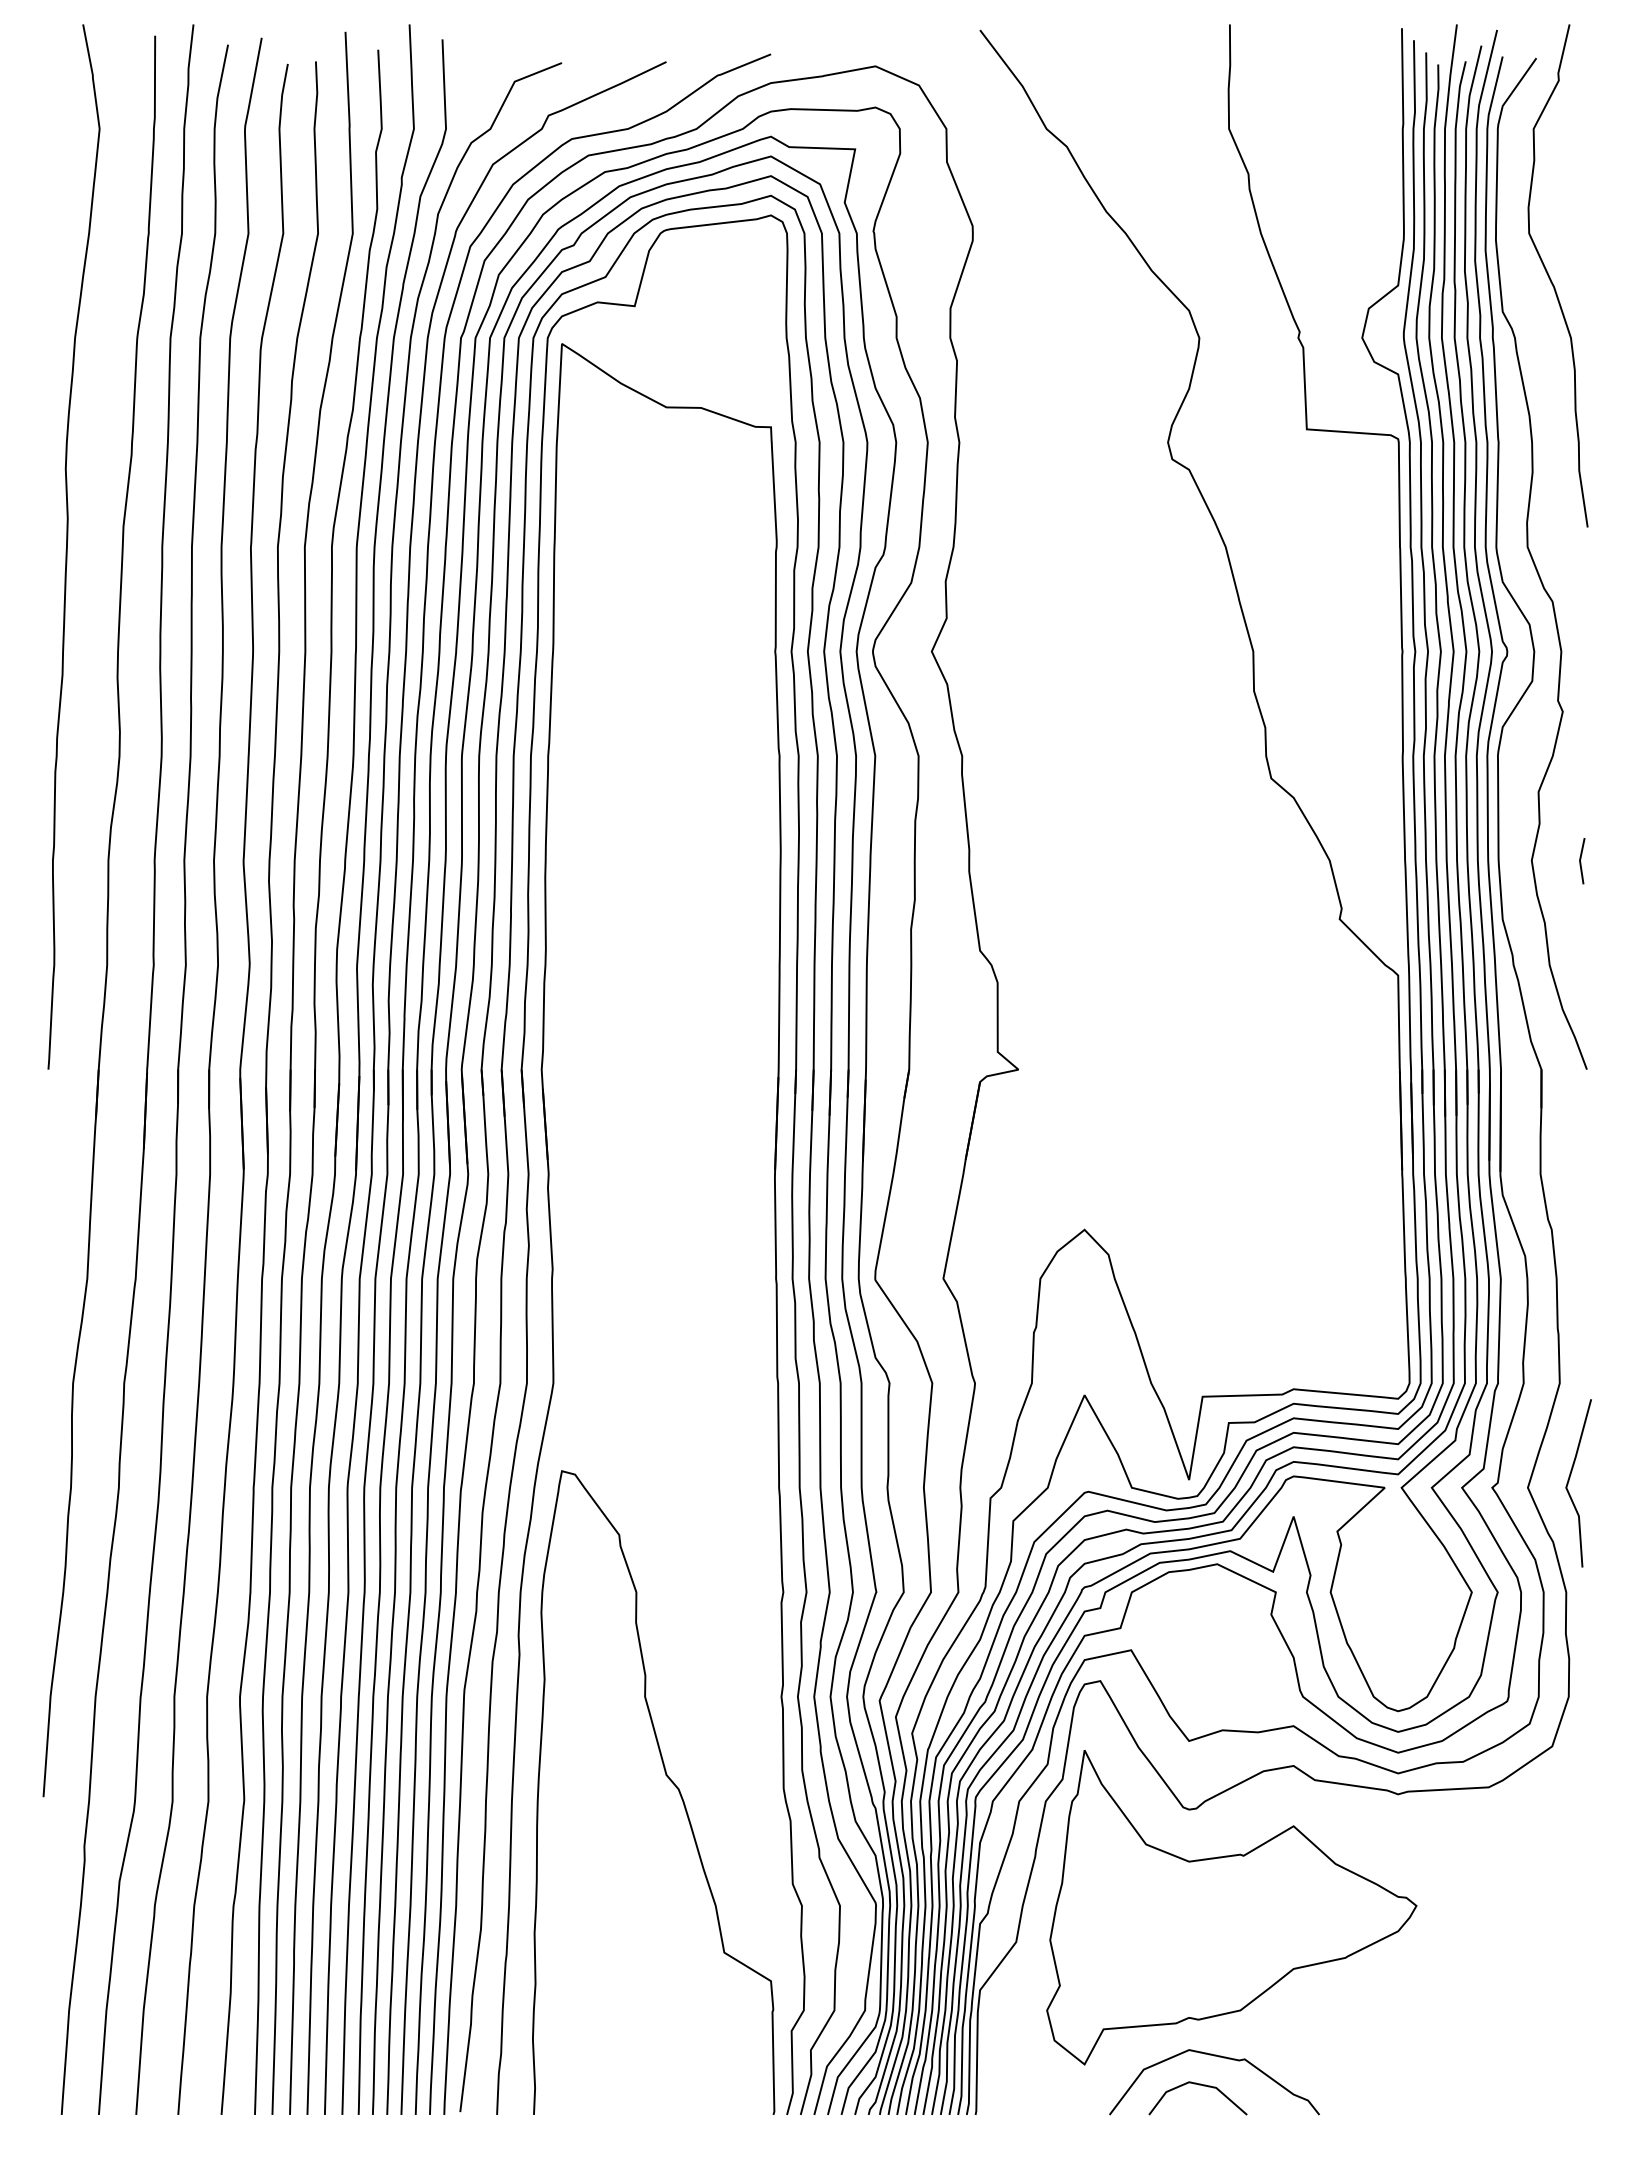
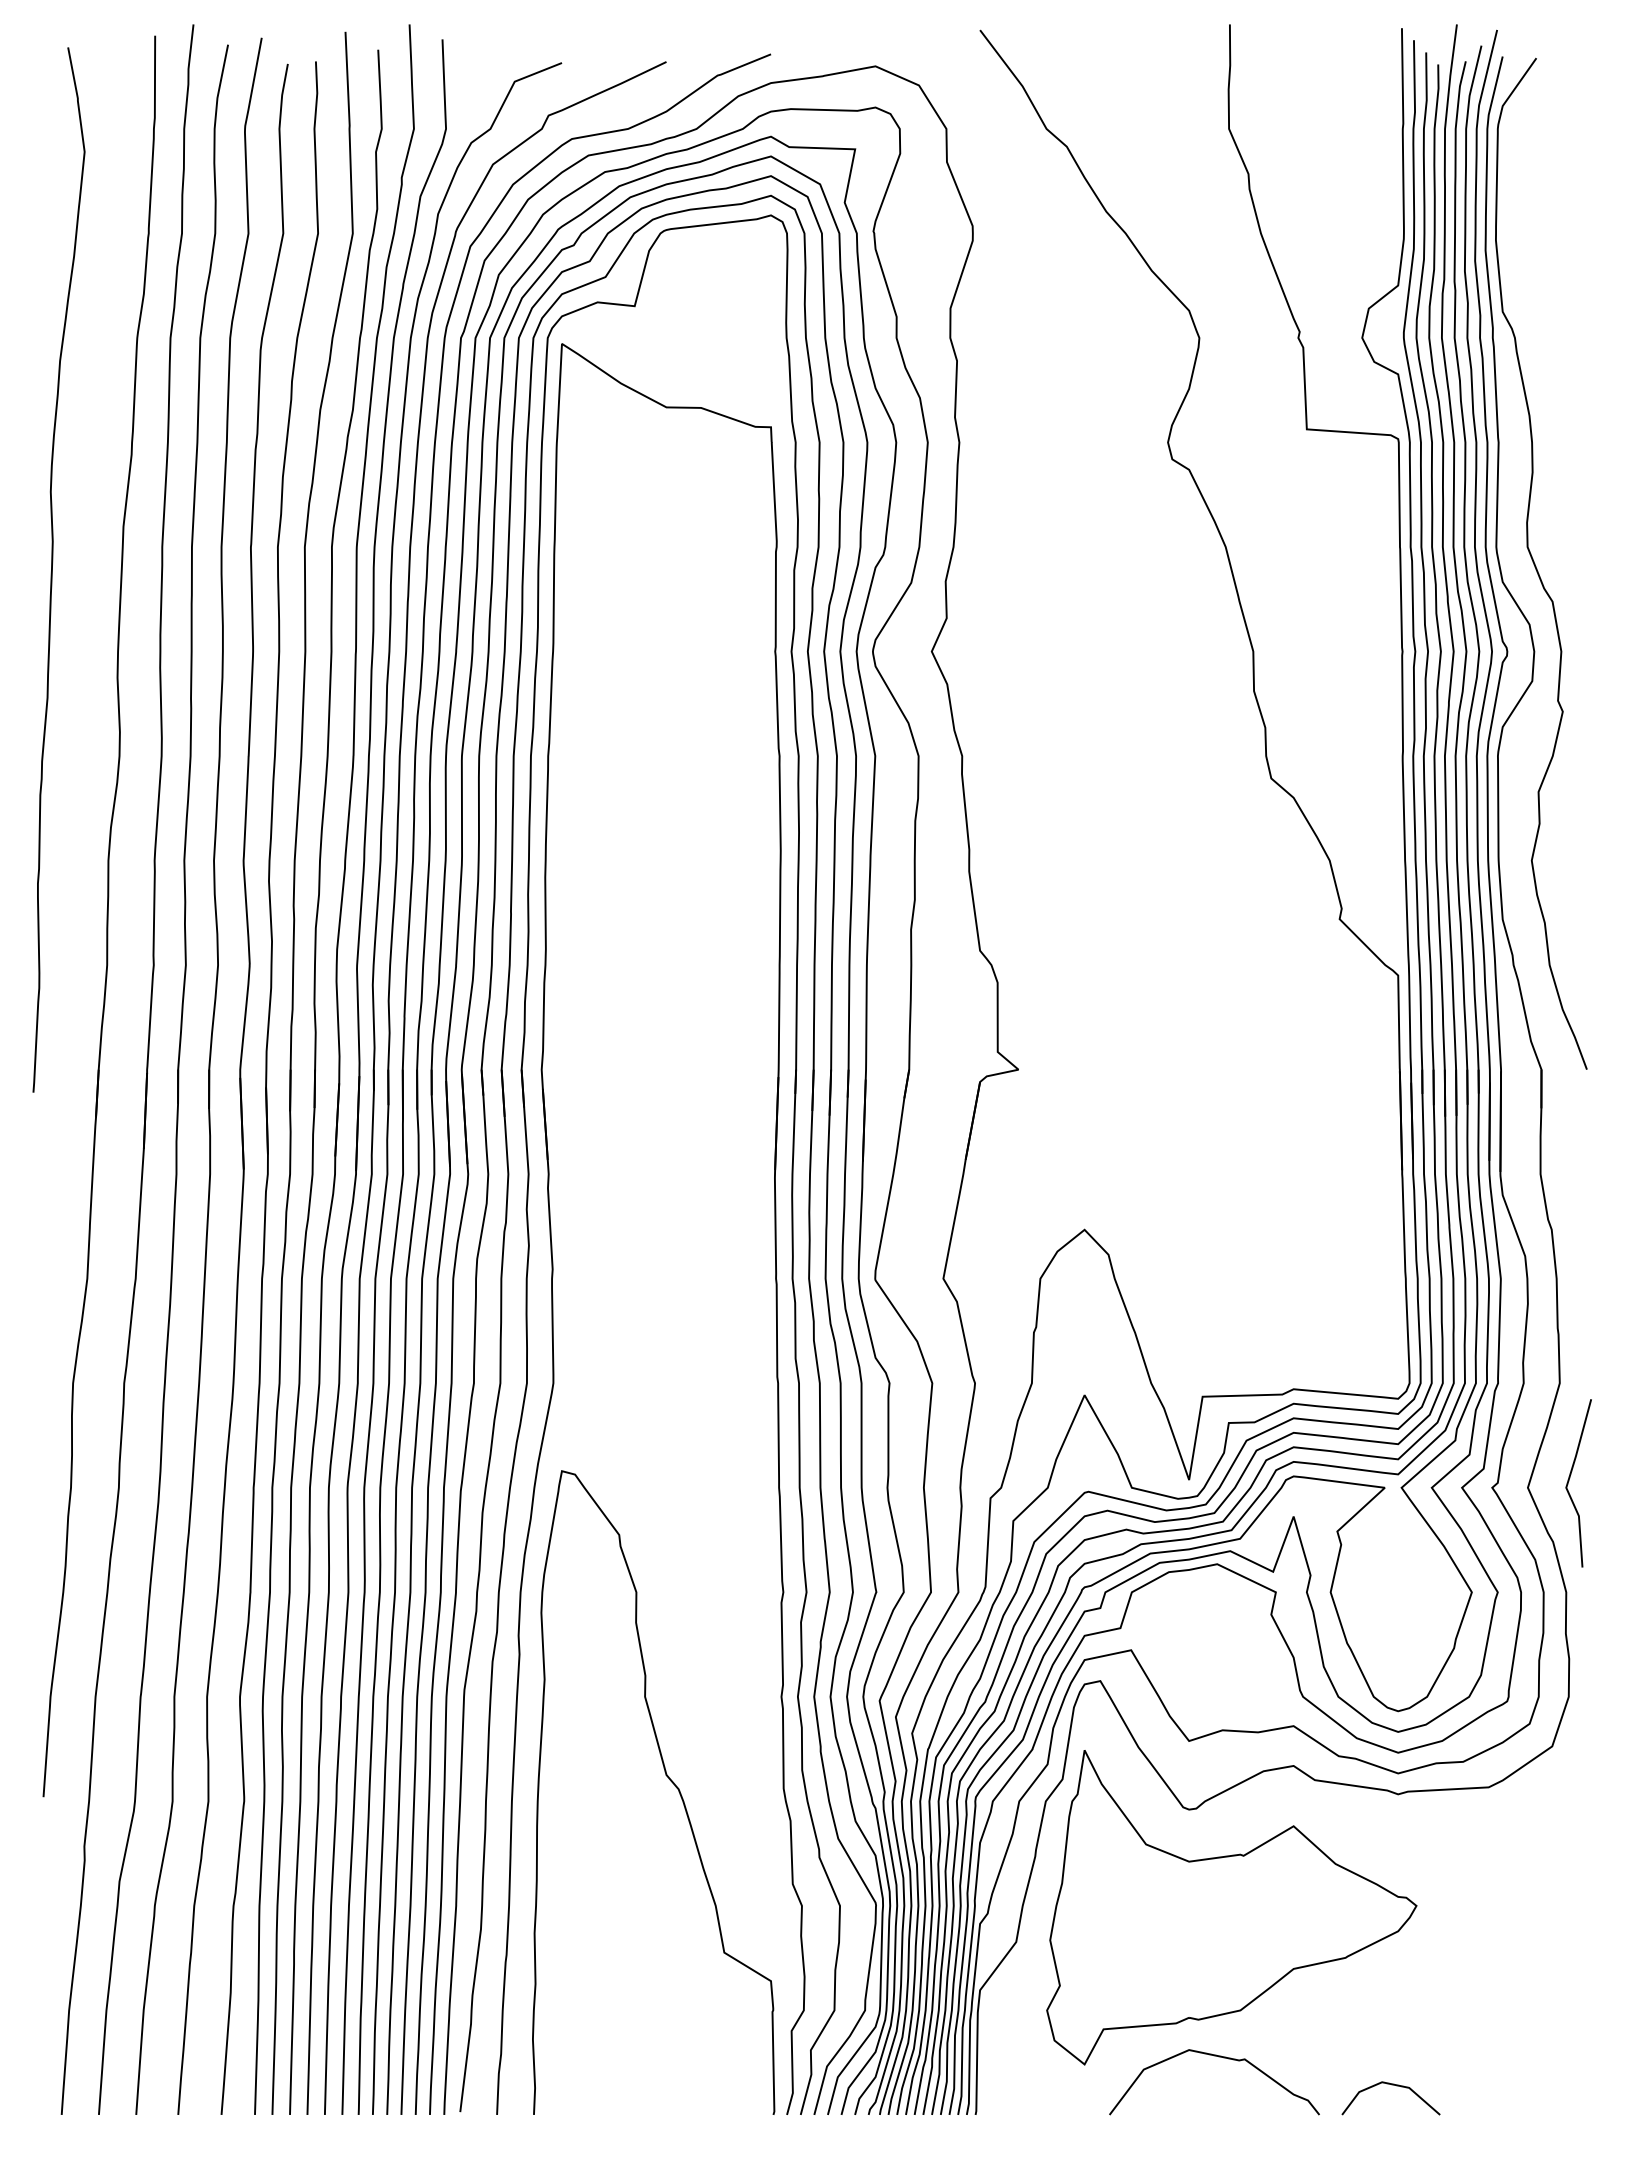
curve at (1551, 279): present -> none
curve at (67, 546) position: (67, 546) -> (52, 569)
line at (1581, 862): present -> none
line at (1198, 2085) position: (1198, 2085) -> (1391, 2085)
